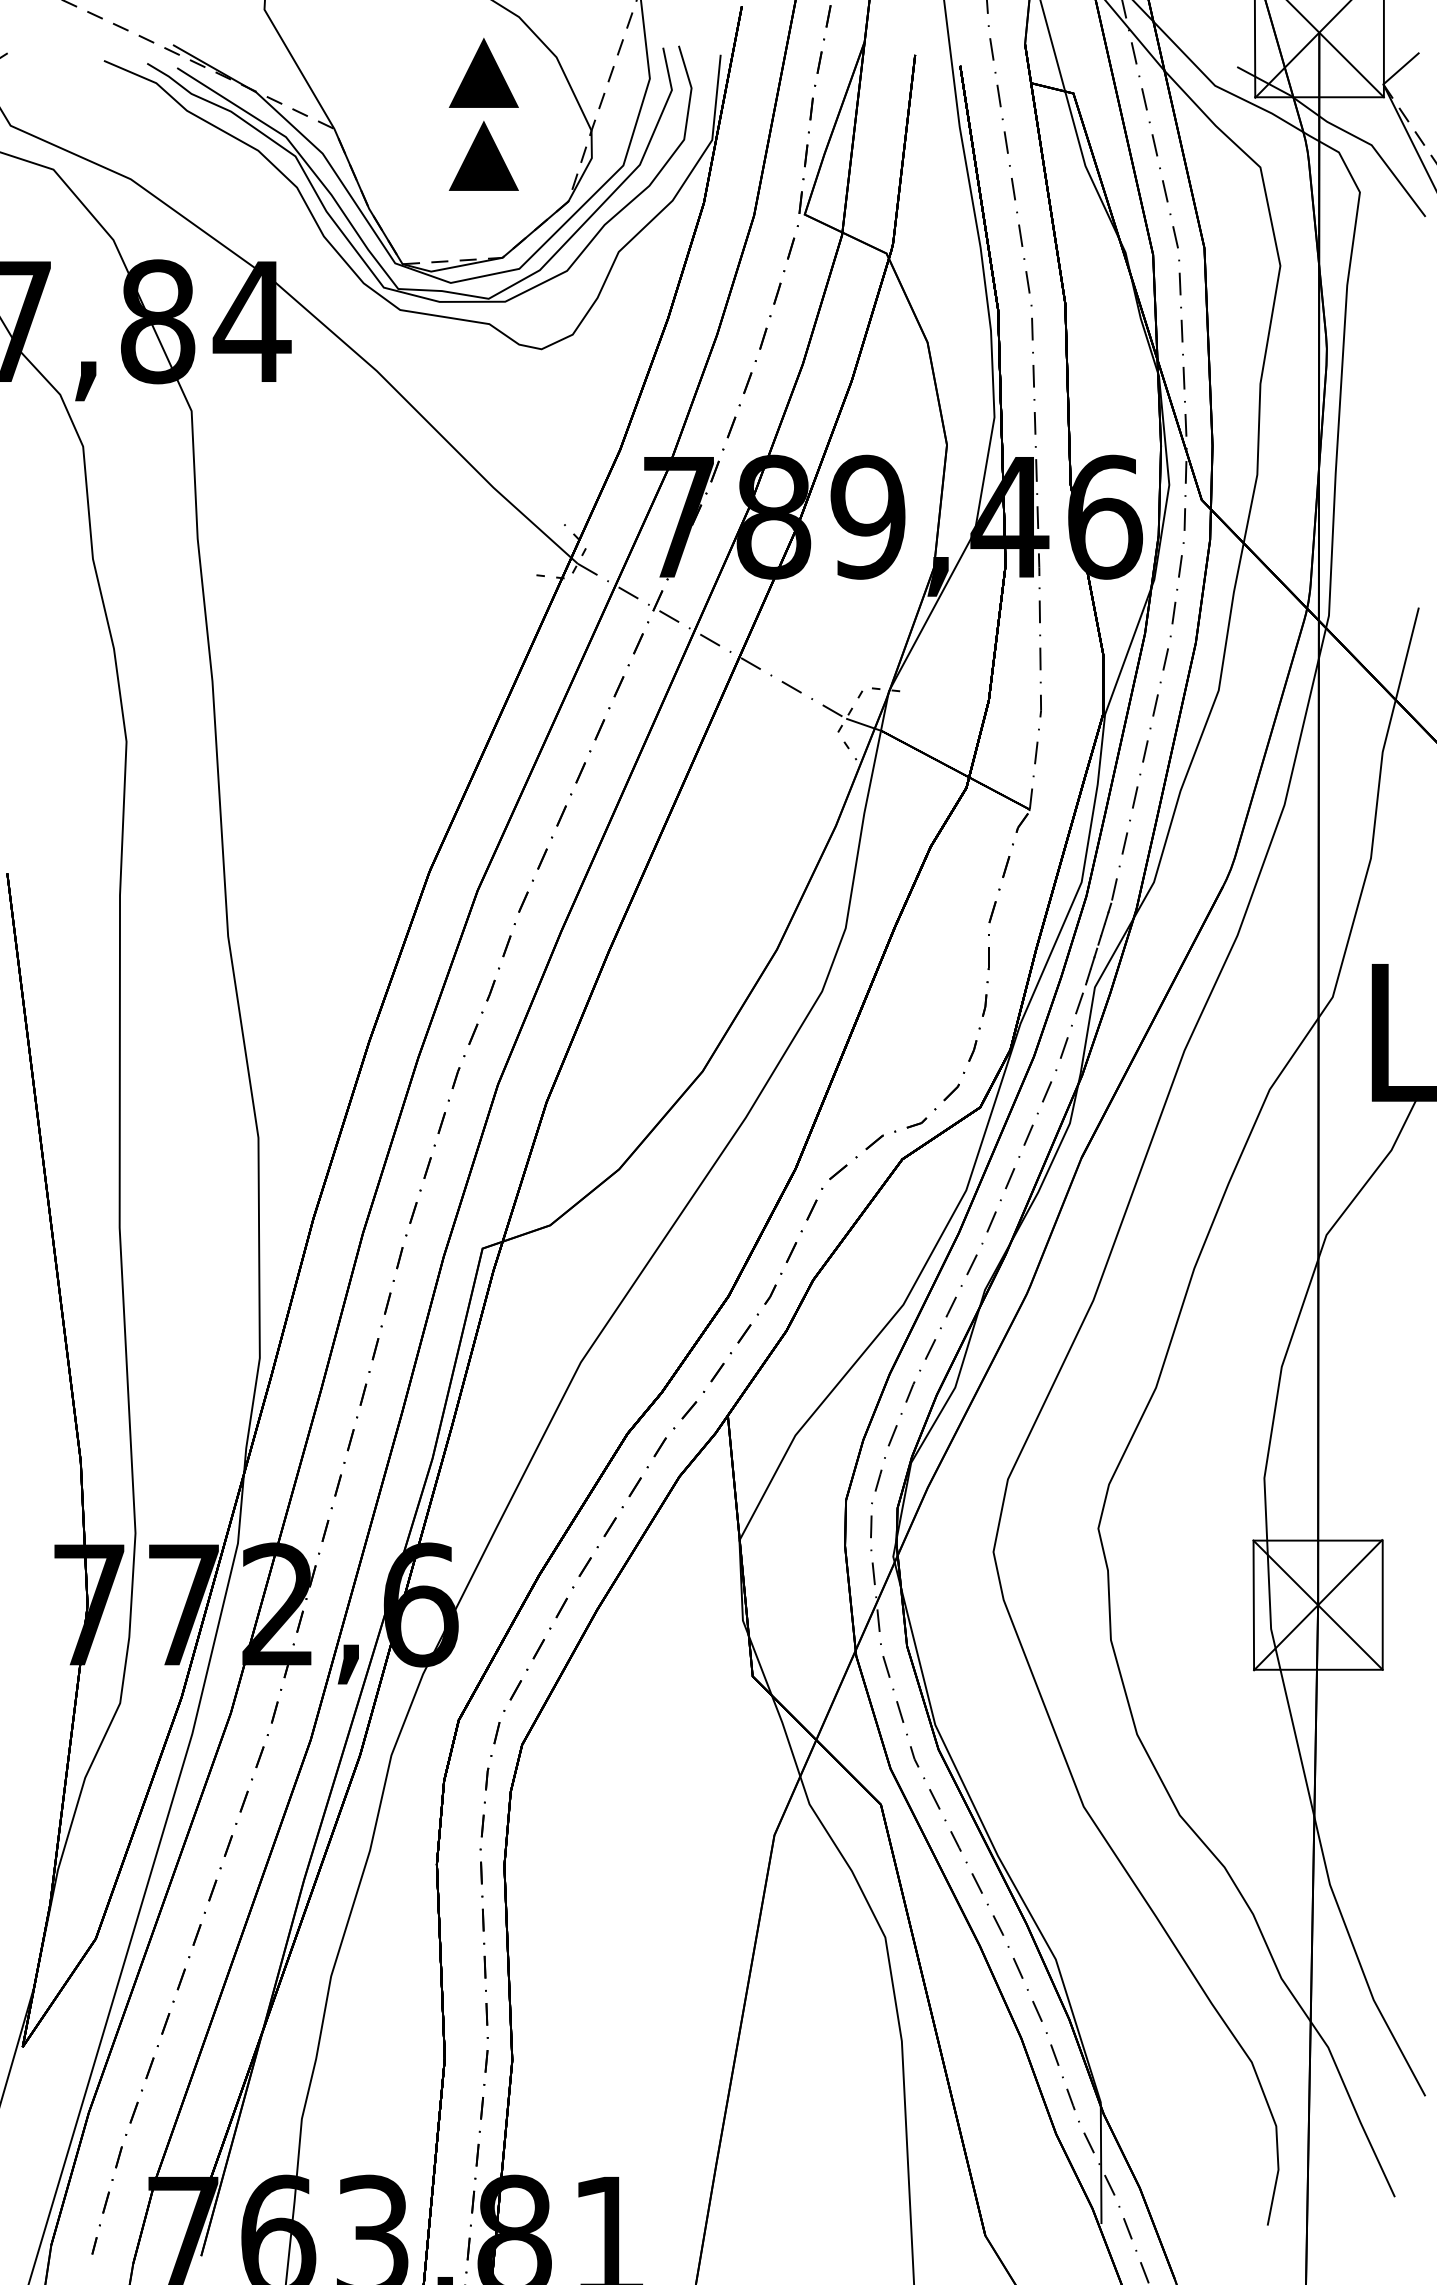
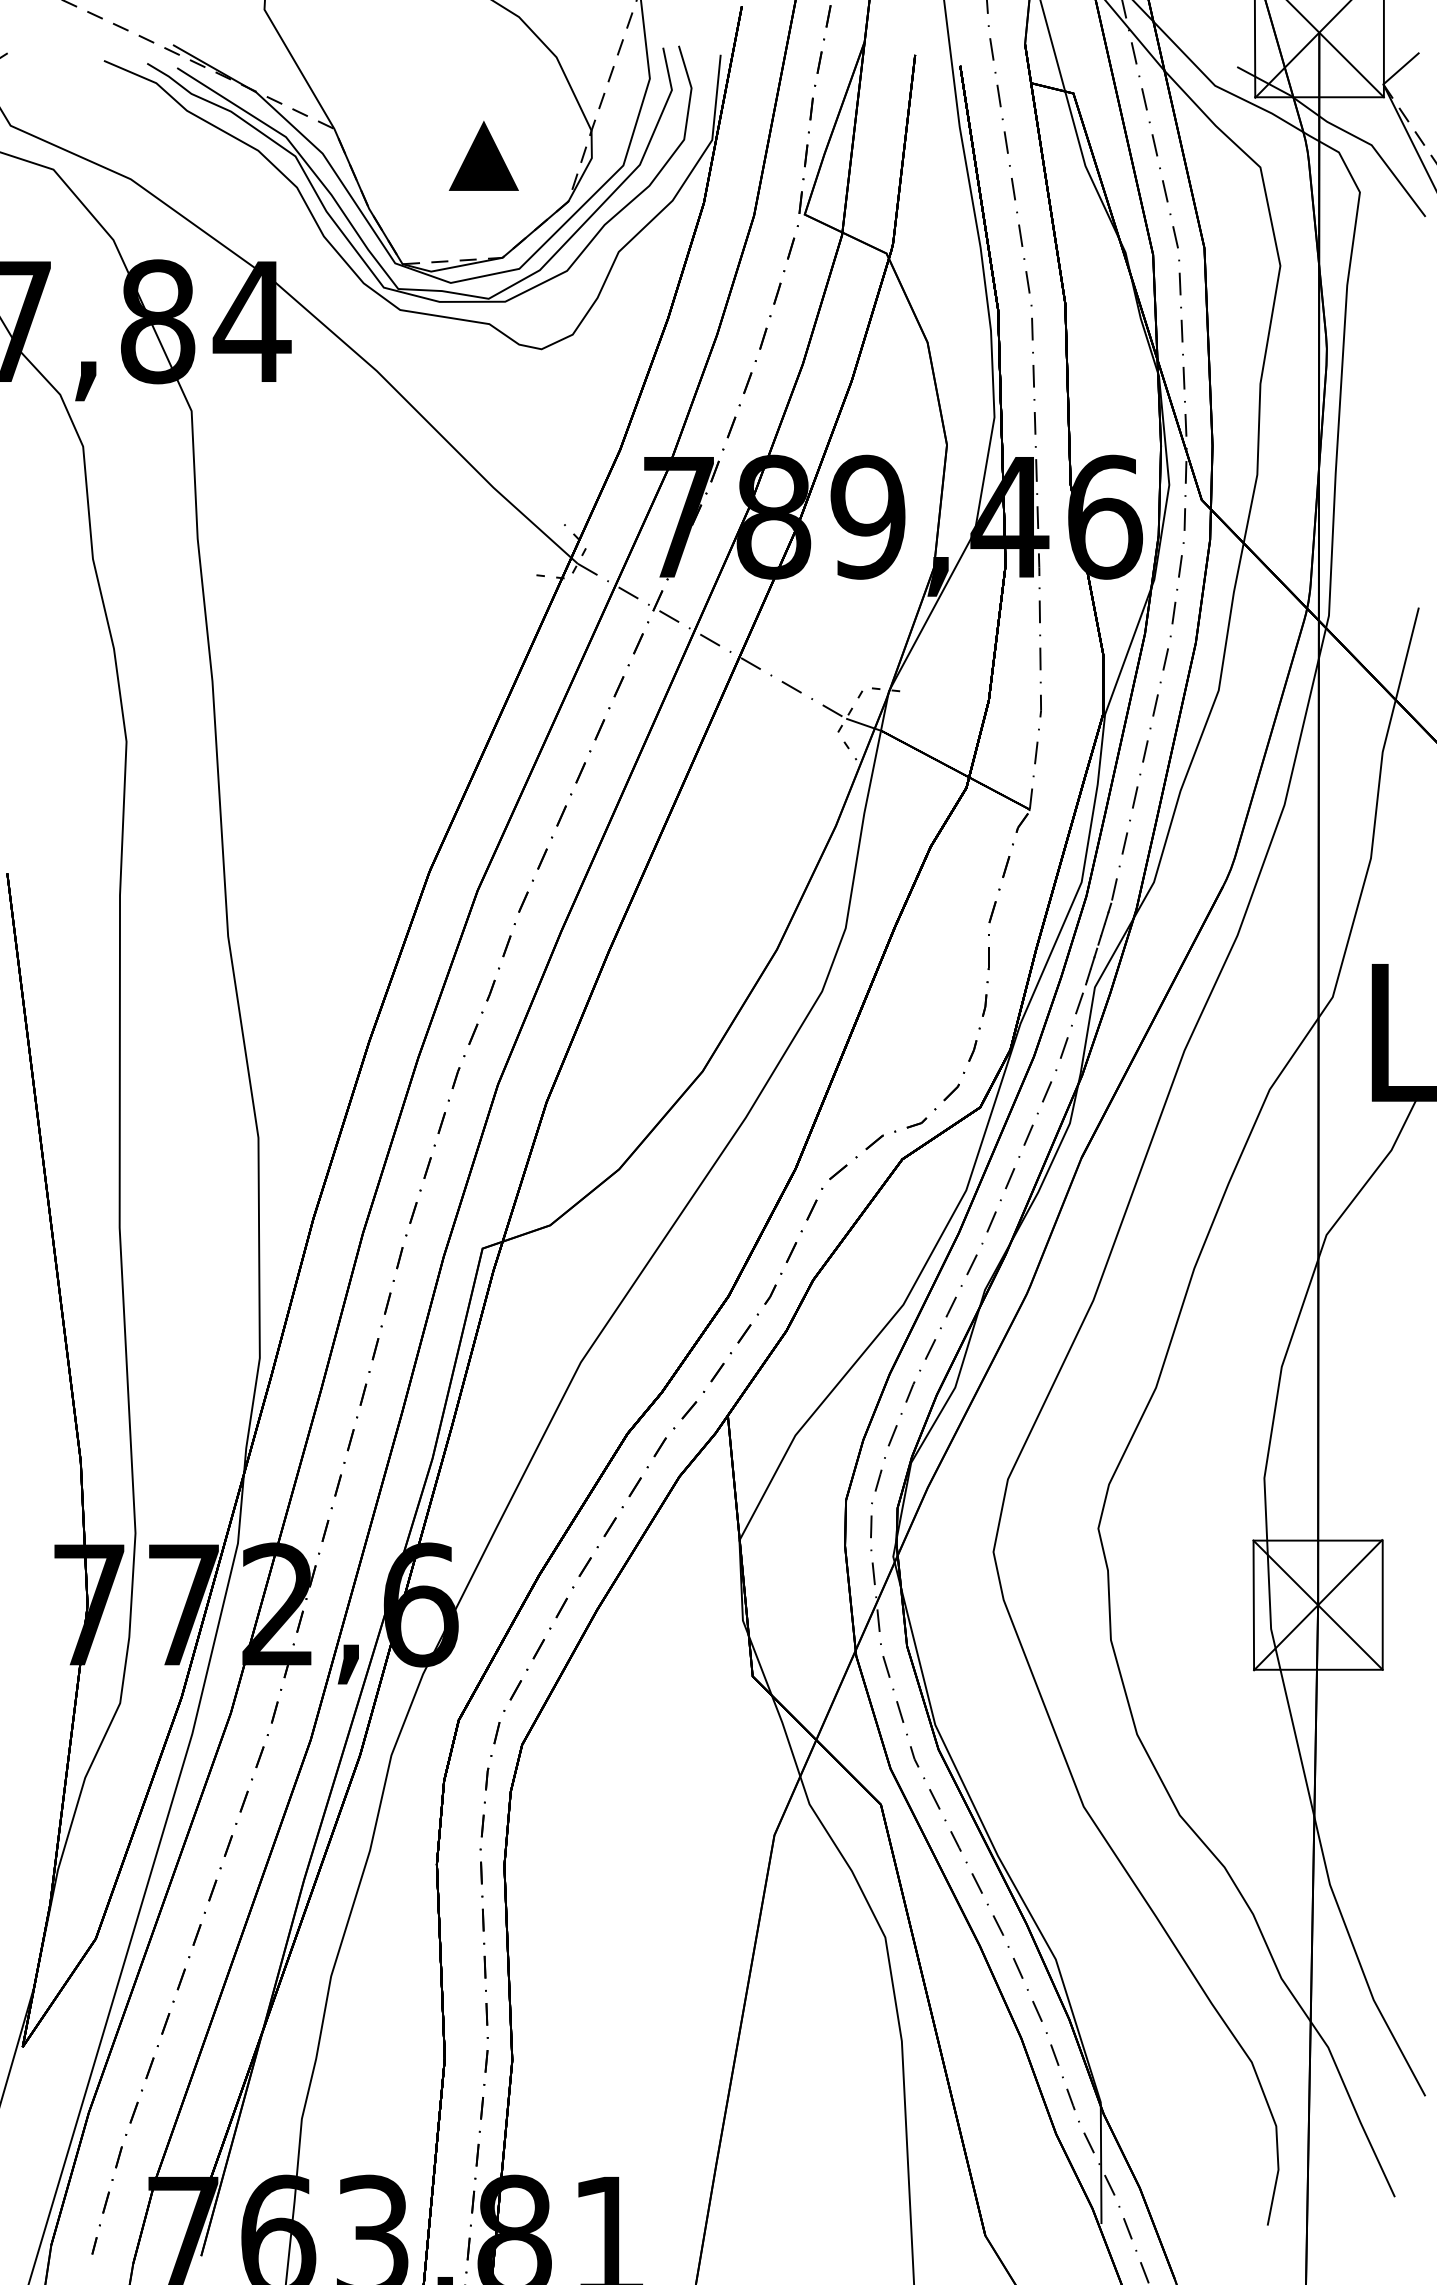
part at (483, 72): present -> none
